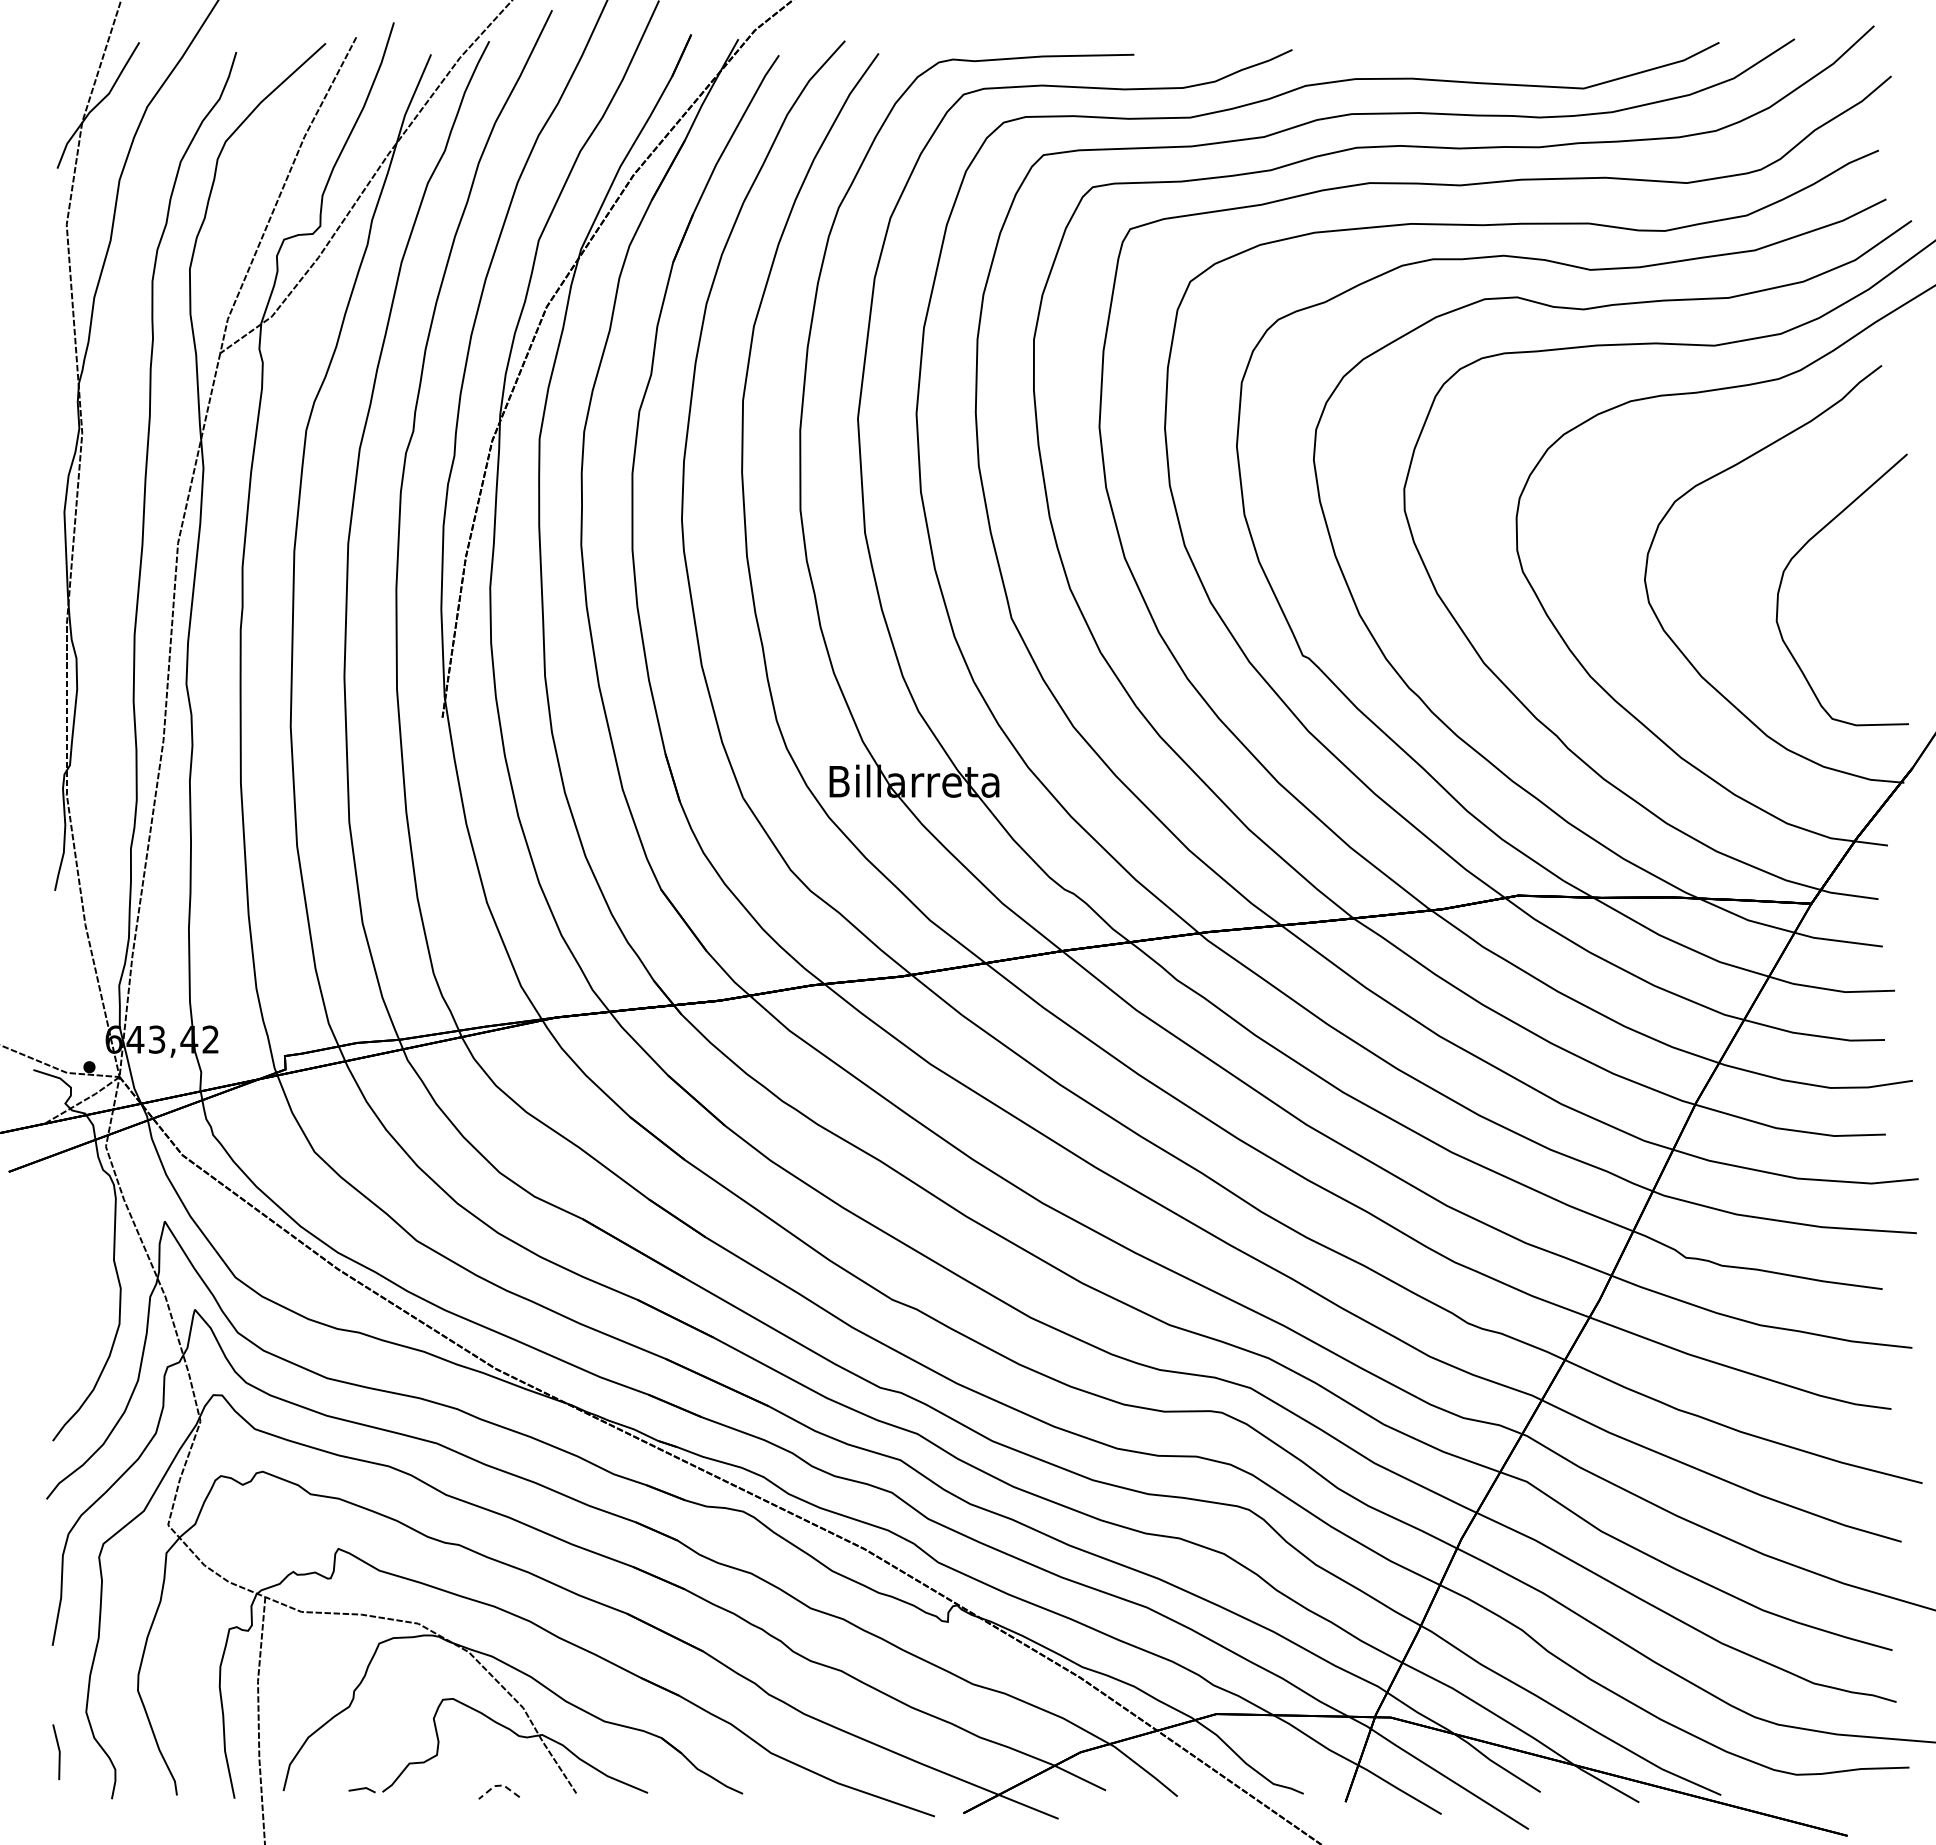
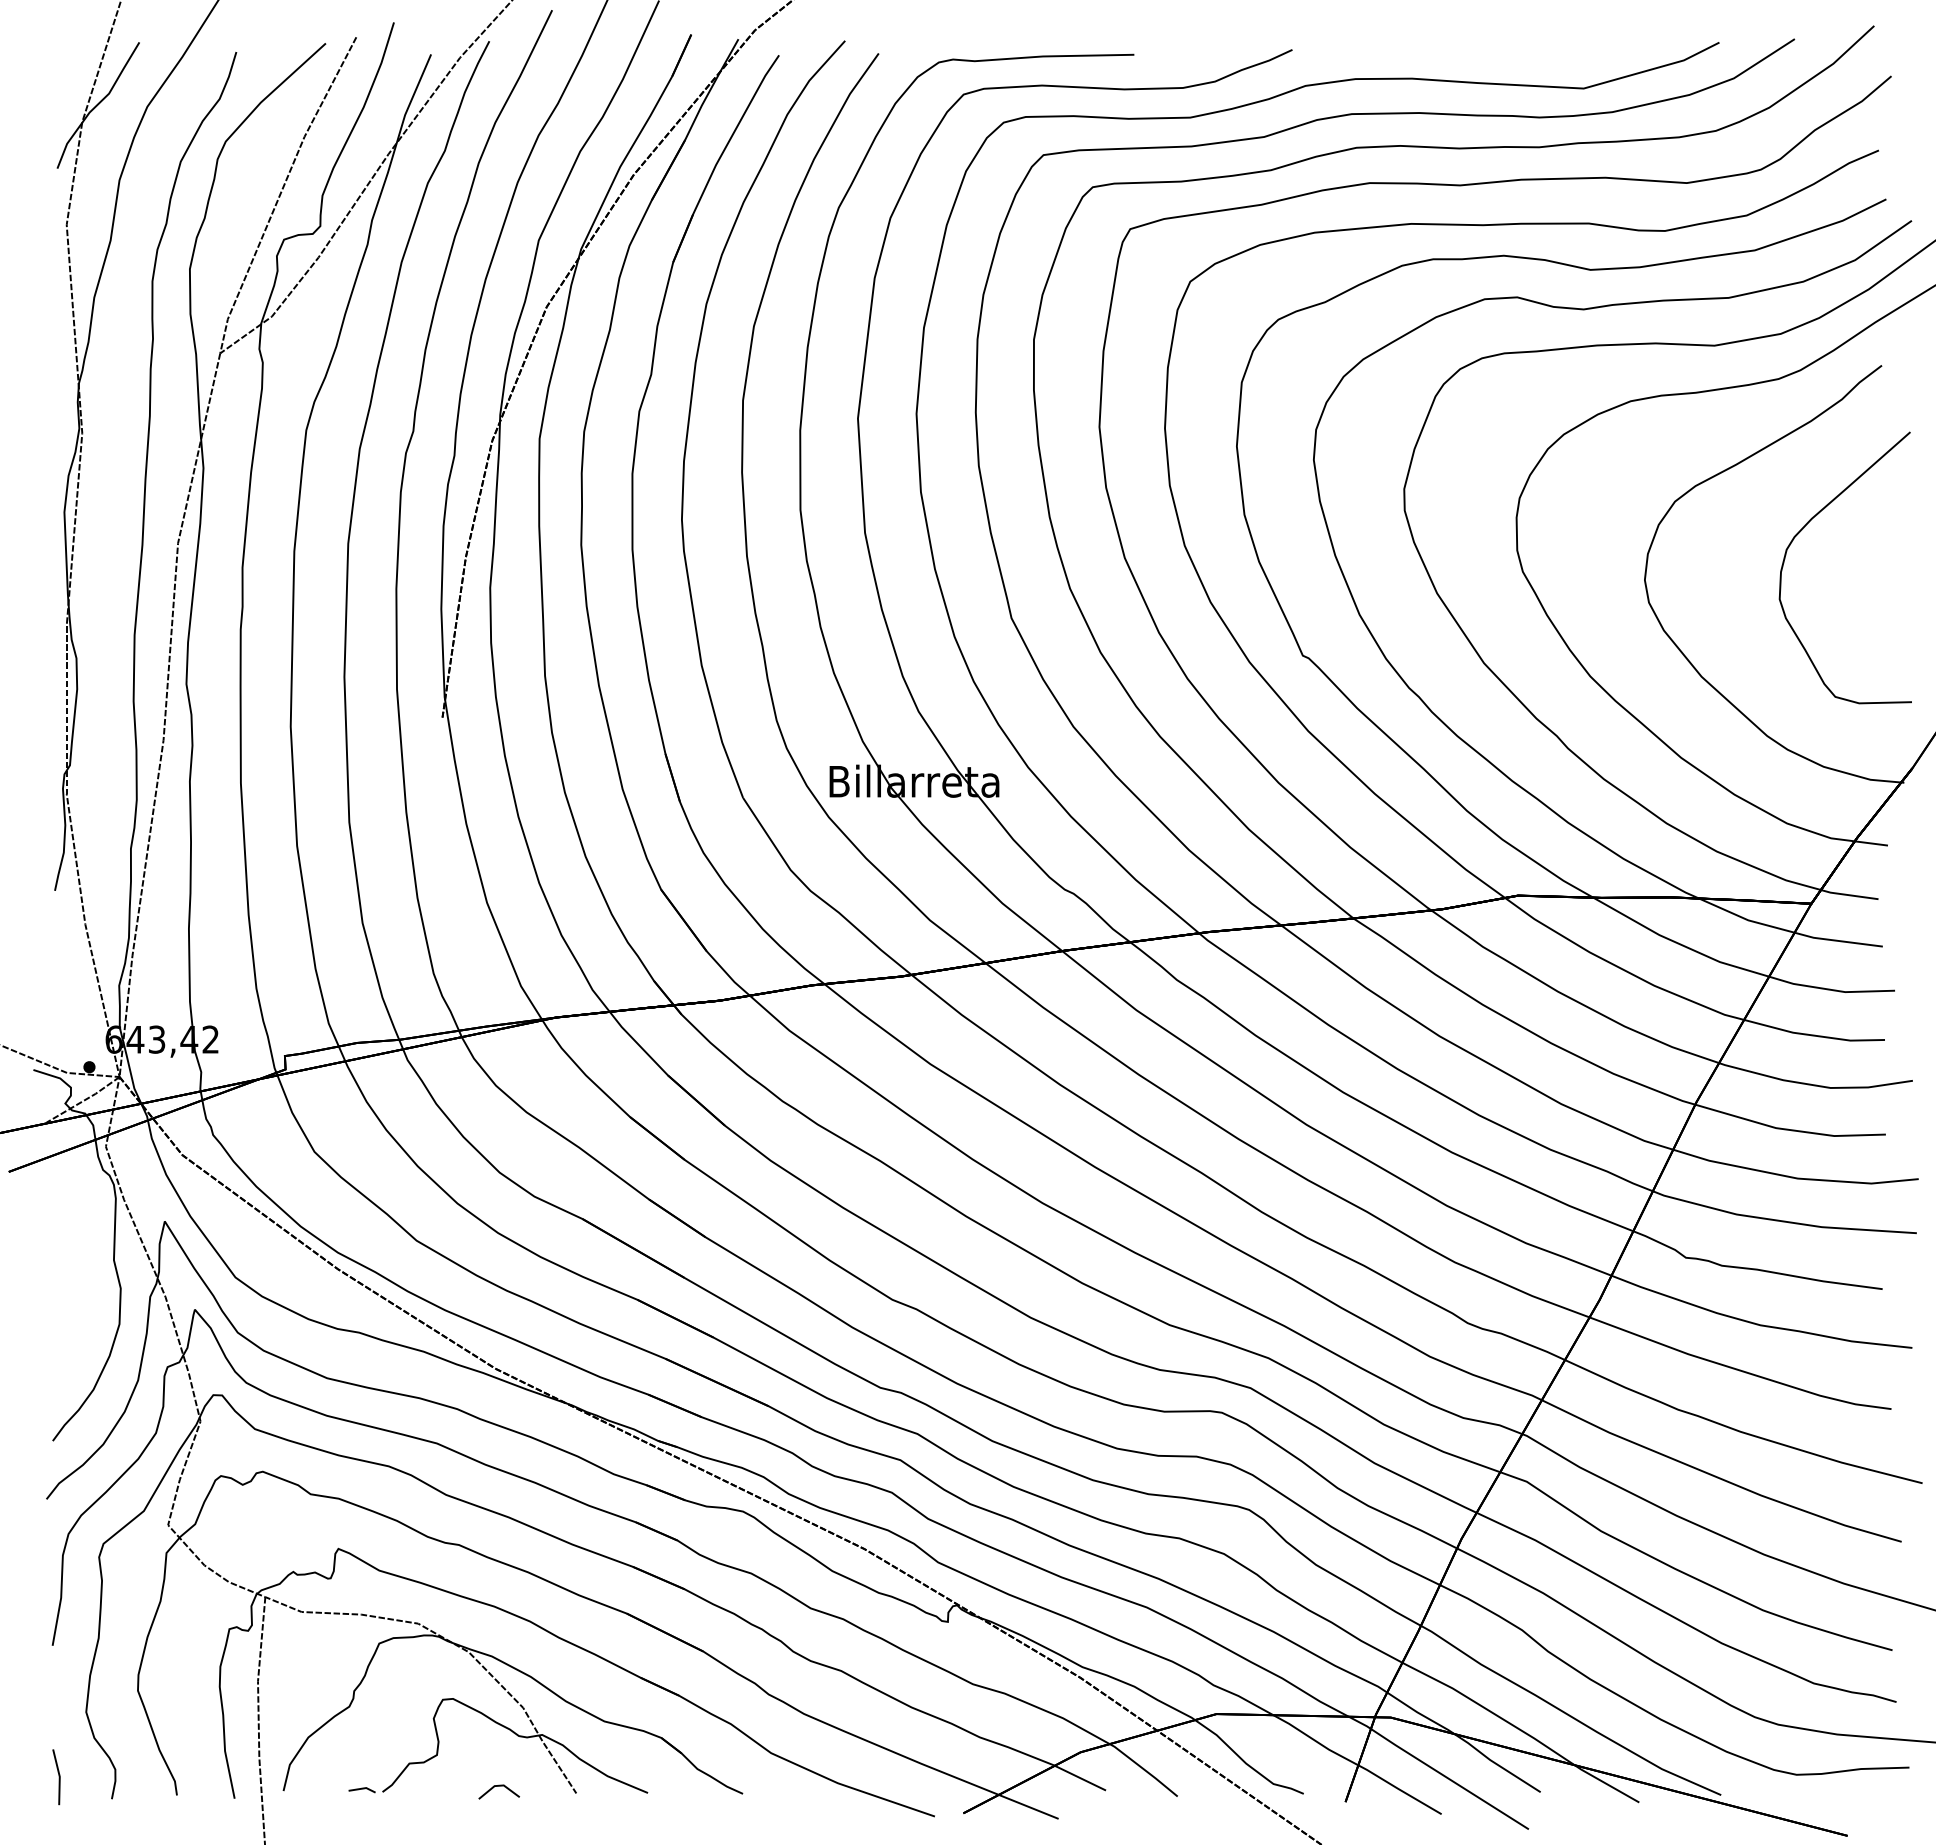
curve at (1799, 552) position: (1799, 552) -> (1802, 530)
line at (58, 1752) position: (58, 1752) -> (58, 1777)
line at (498, 1785): dashed -> solid
